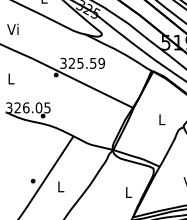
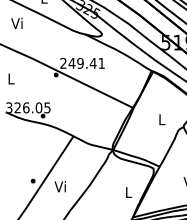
text at (12, 28) position: (12, 28) -> (16, 22)
text at (82, 62): 325.59 -> 249.41
text at (59, 186): L -> Vi
